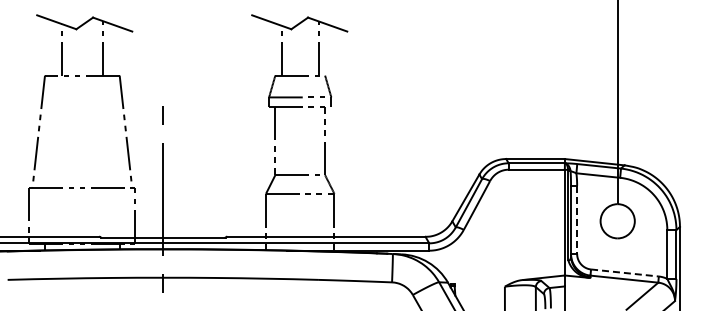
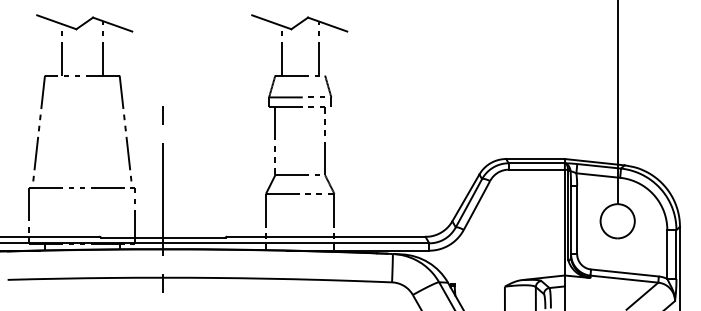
line at (577, 220): dashed -> solid
line at (625, 273): dashed -> solid
